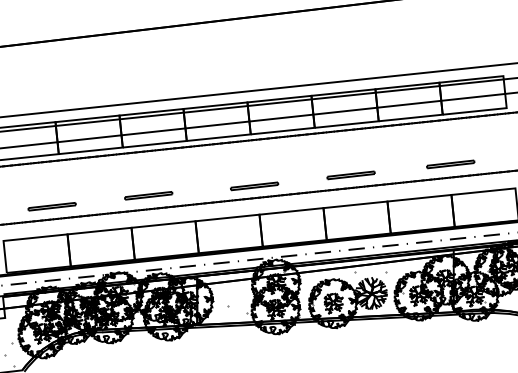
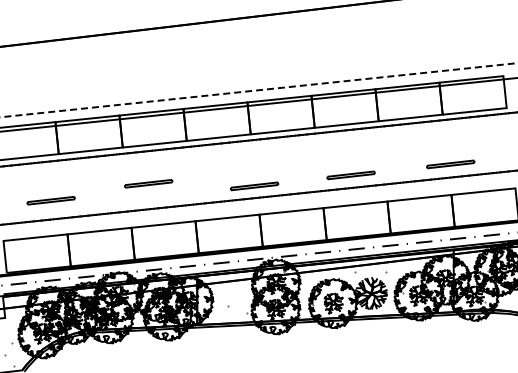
line at (259, 90): solid -> dashed
line at (258, 120): present -> none
part at (148, 195) position: (148, 195) -> (148, 183)
part at (51, 206) position: (51, 206) -> (50, 200)
